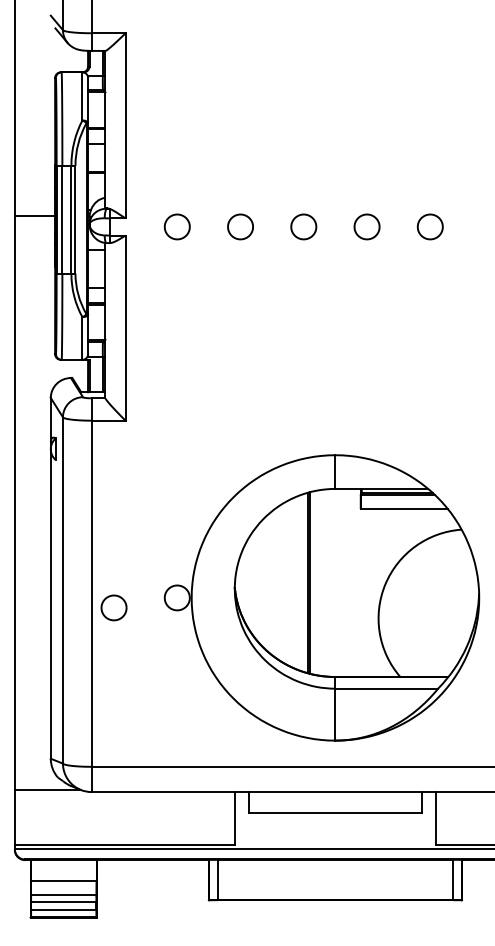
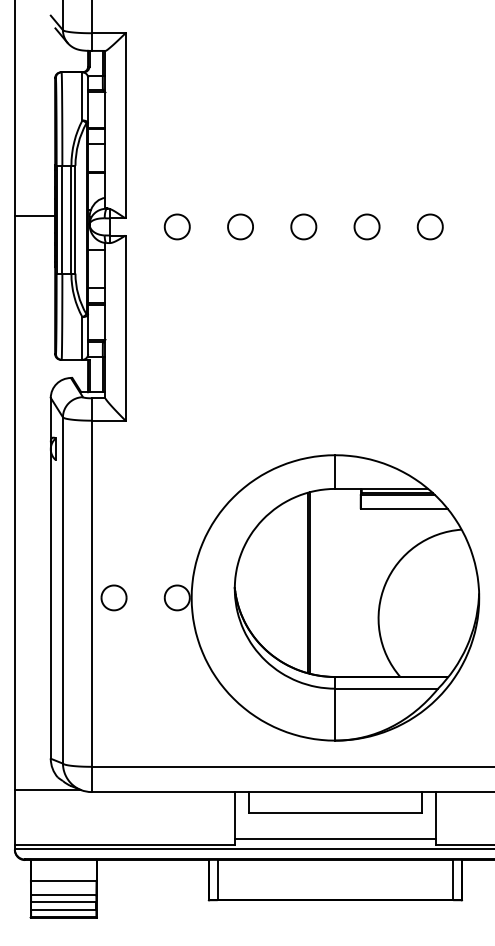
part at (113, 607) position: (113, 607) -> (113, 597)
line at (335, 839): none -> present
